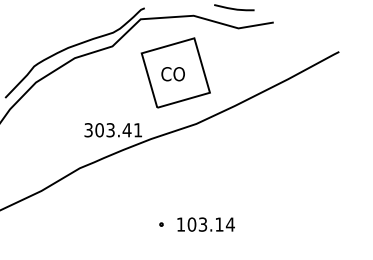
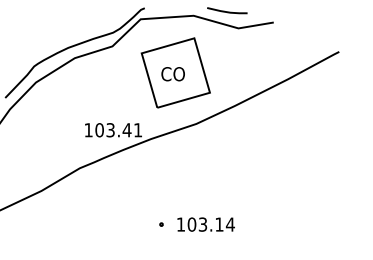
line at (234, 8) position: (234, 8) -> (227, 11)
text at (88, 130): 303.41 -> 103.41
